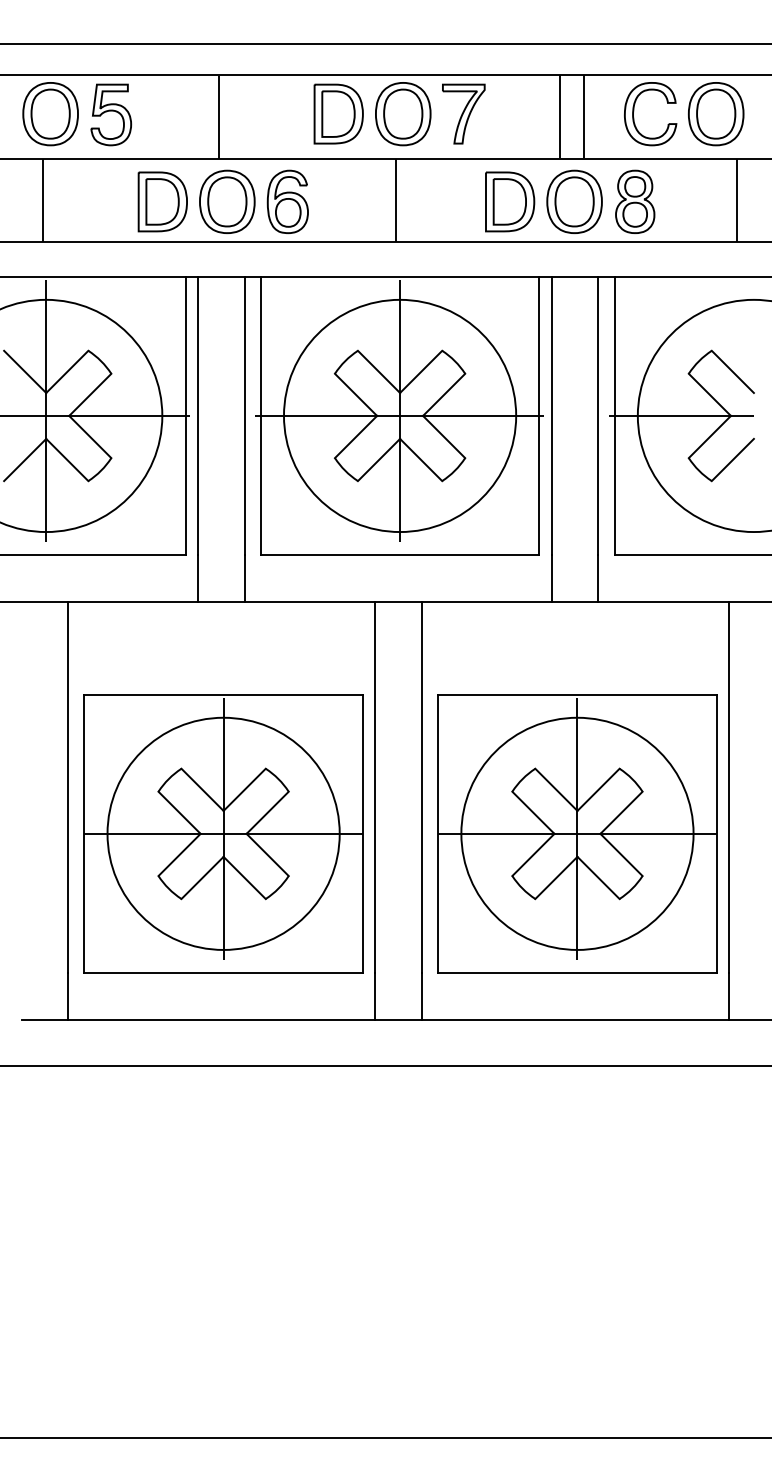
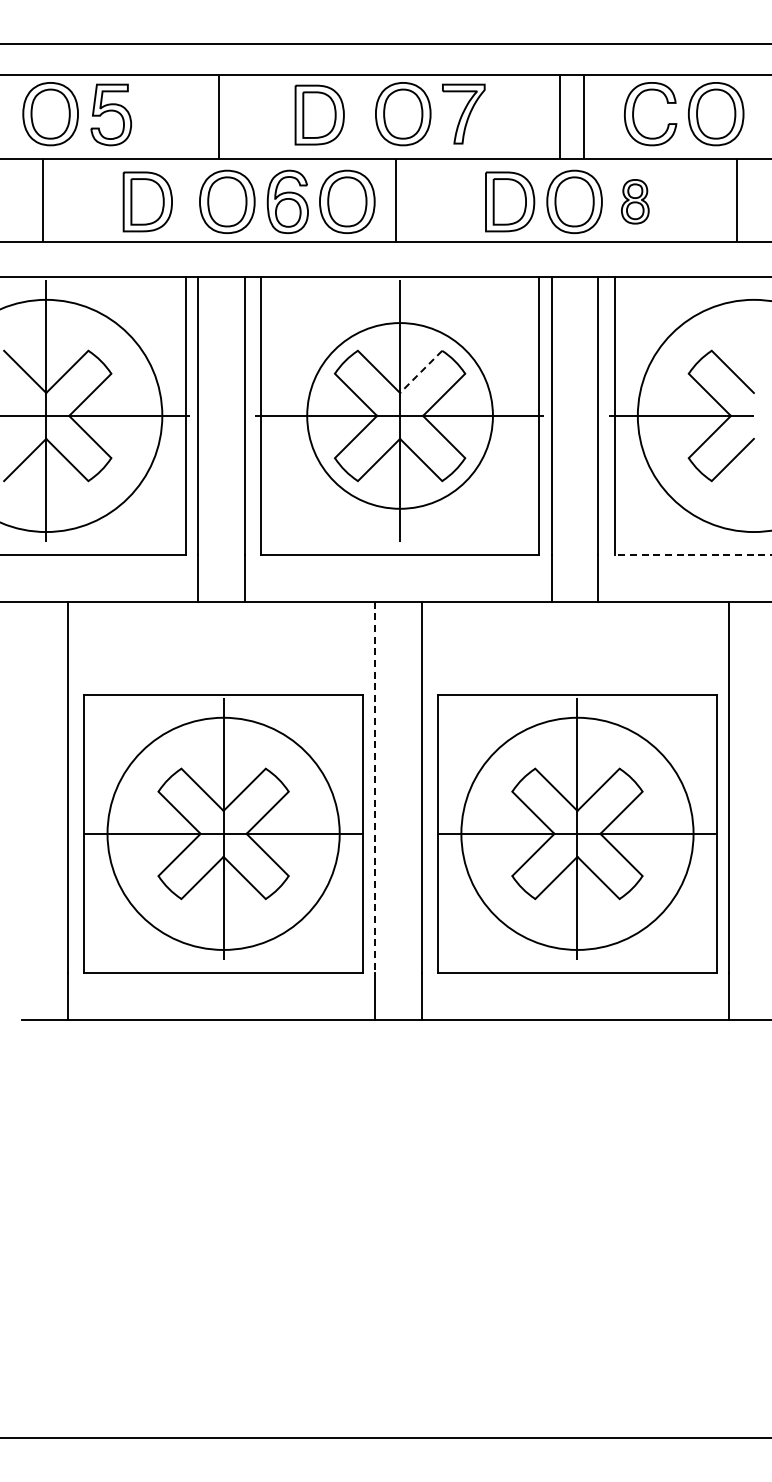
part at (338, 113) position: (338, 113) -> (319, 114)
part at (162, 201) position: (162, 201) -> (147, 201)
part at (347, 201): none -> present
part at (635, 201) size: 41x65 px -> 29x46 px
line at (421, 371): solid -> dashed
circle at (400, 415) diameter: 232 px -> 186 px
line at (692, 555): solid -> dashed
line at (375, 787): solid -> dashed
line at (385, 1066): present -> none
